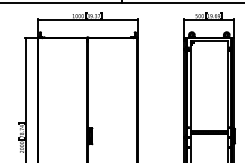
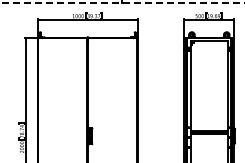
line at (122, 2): solid -> dashed
